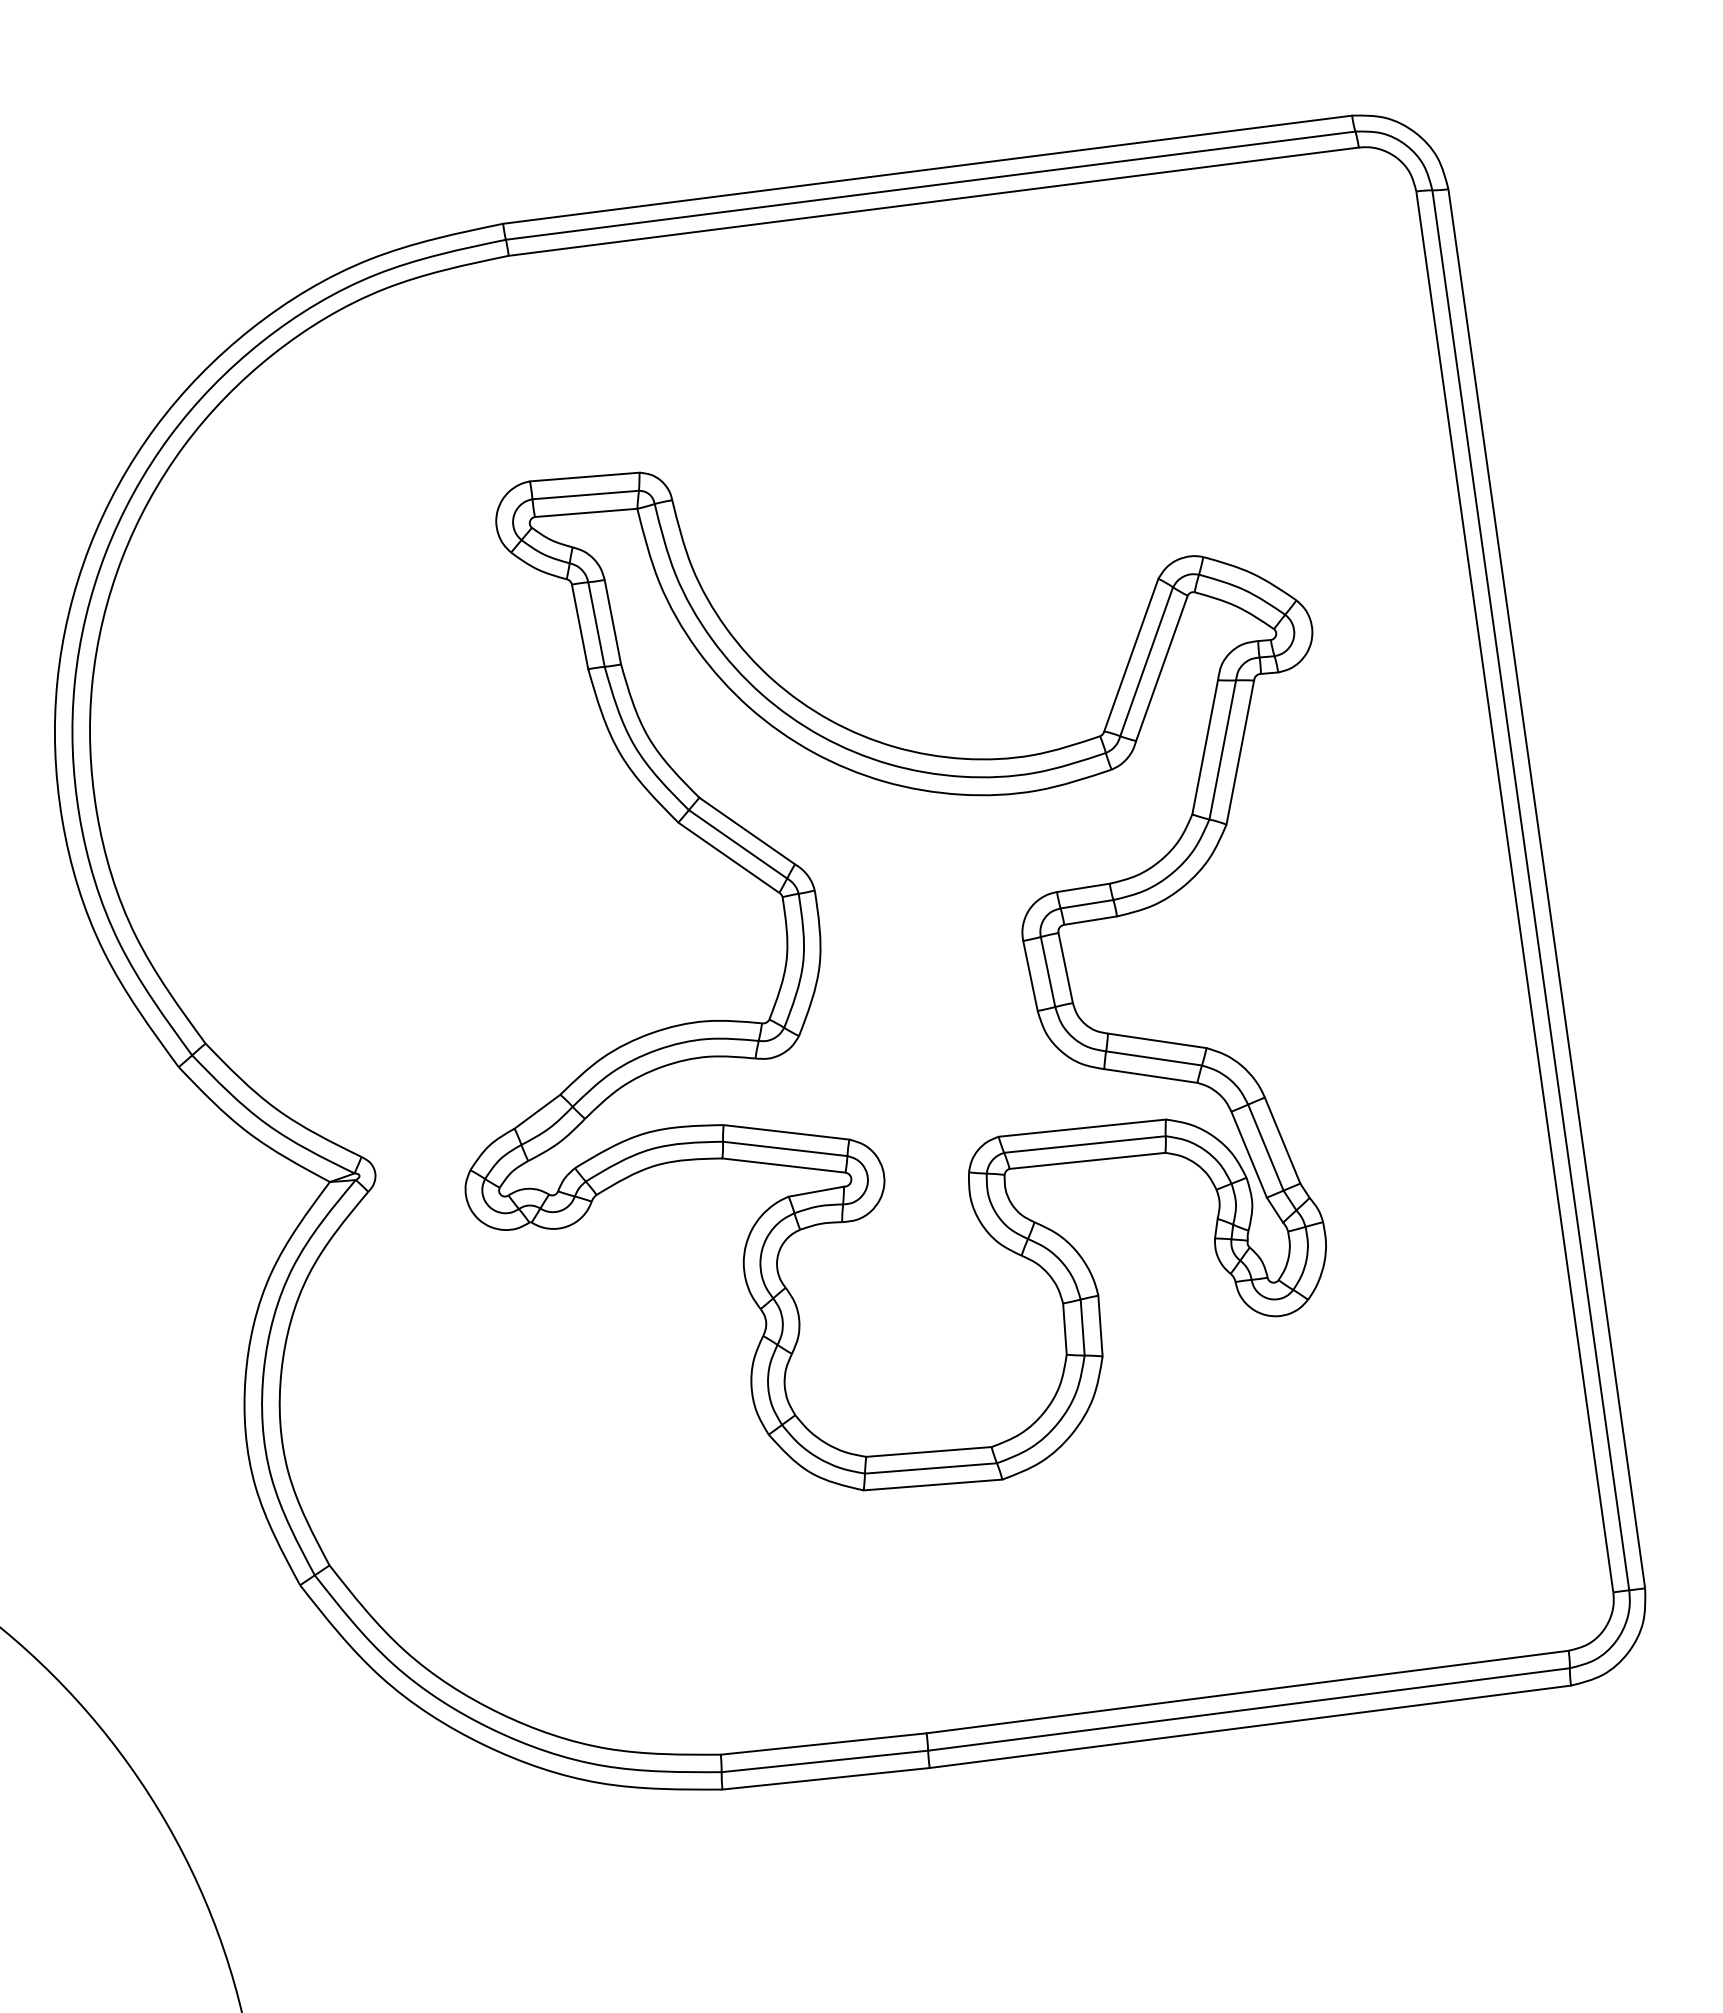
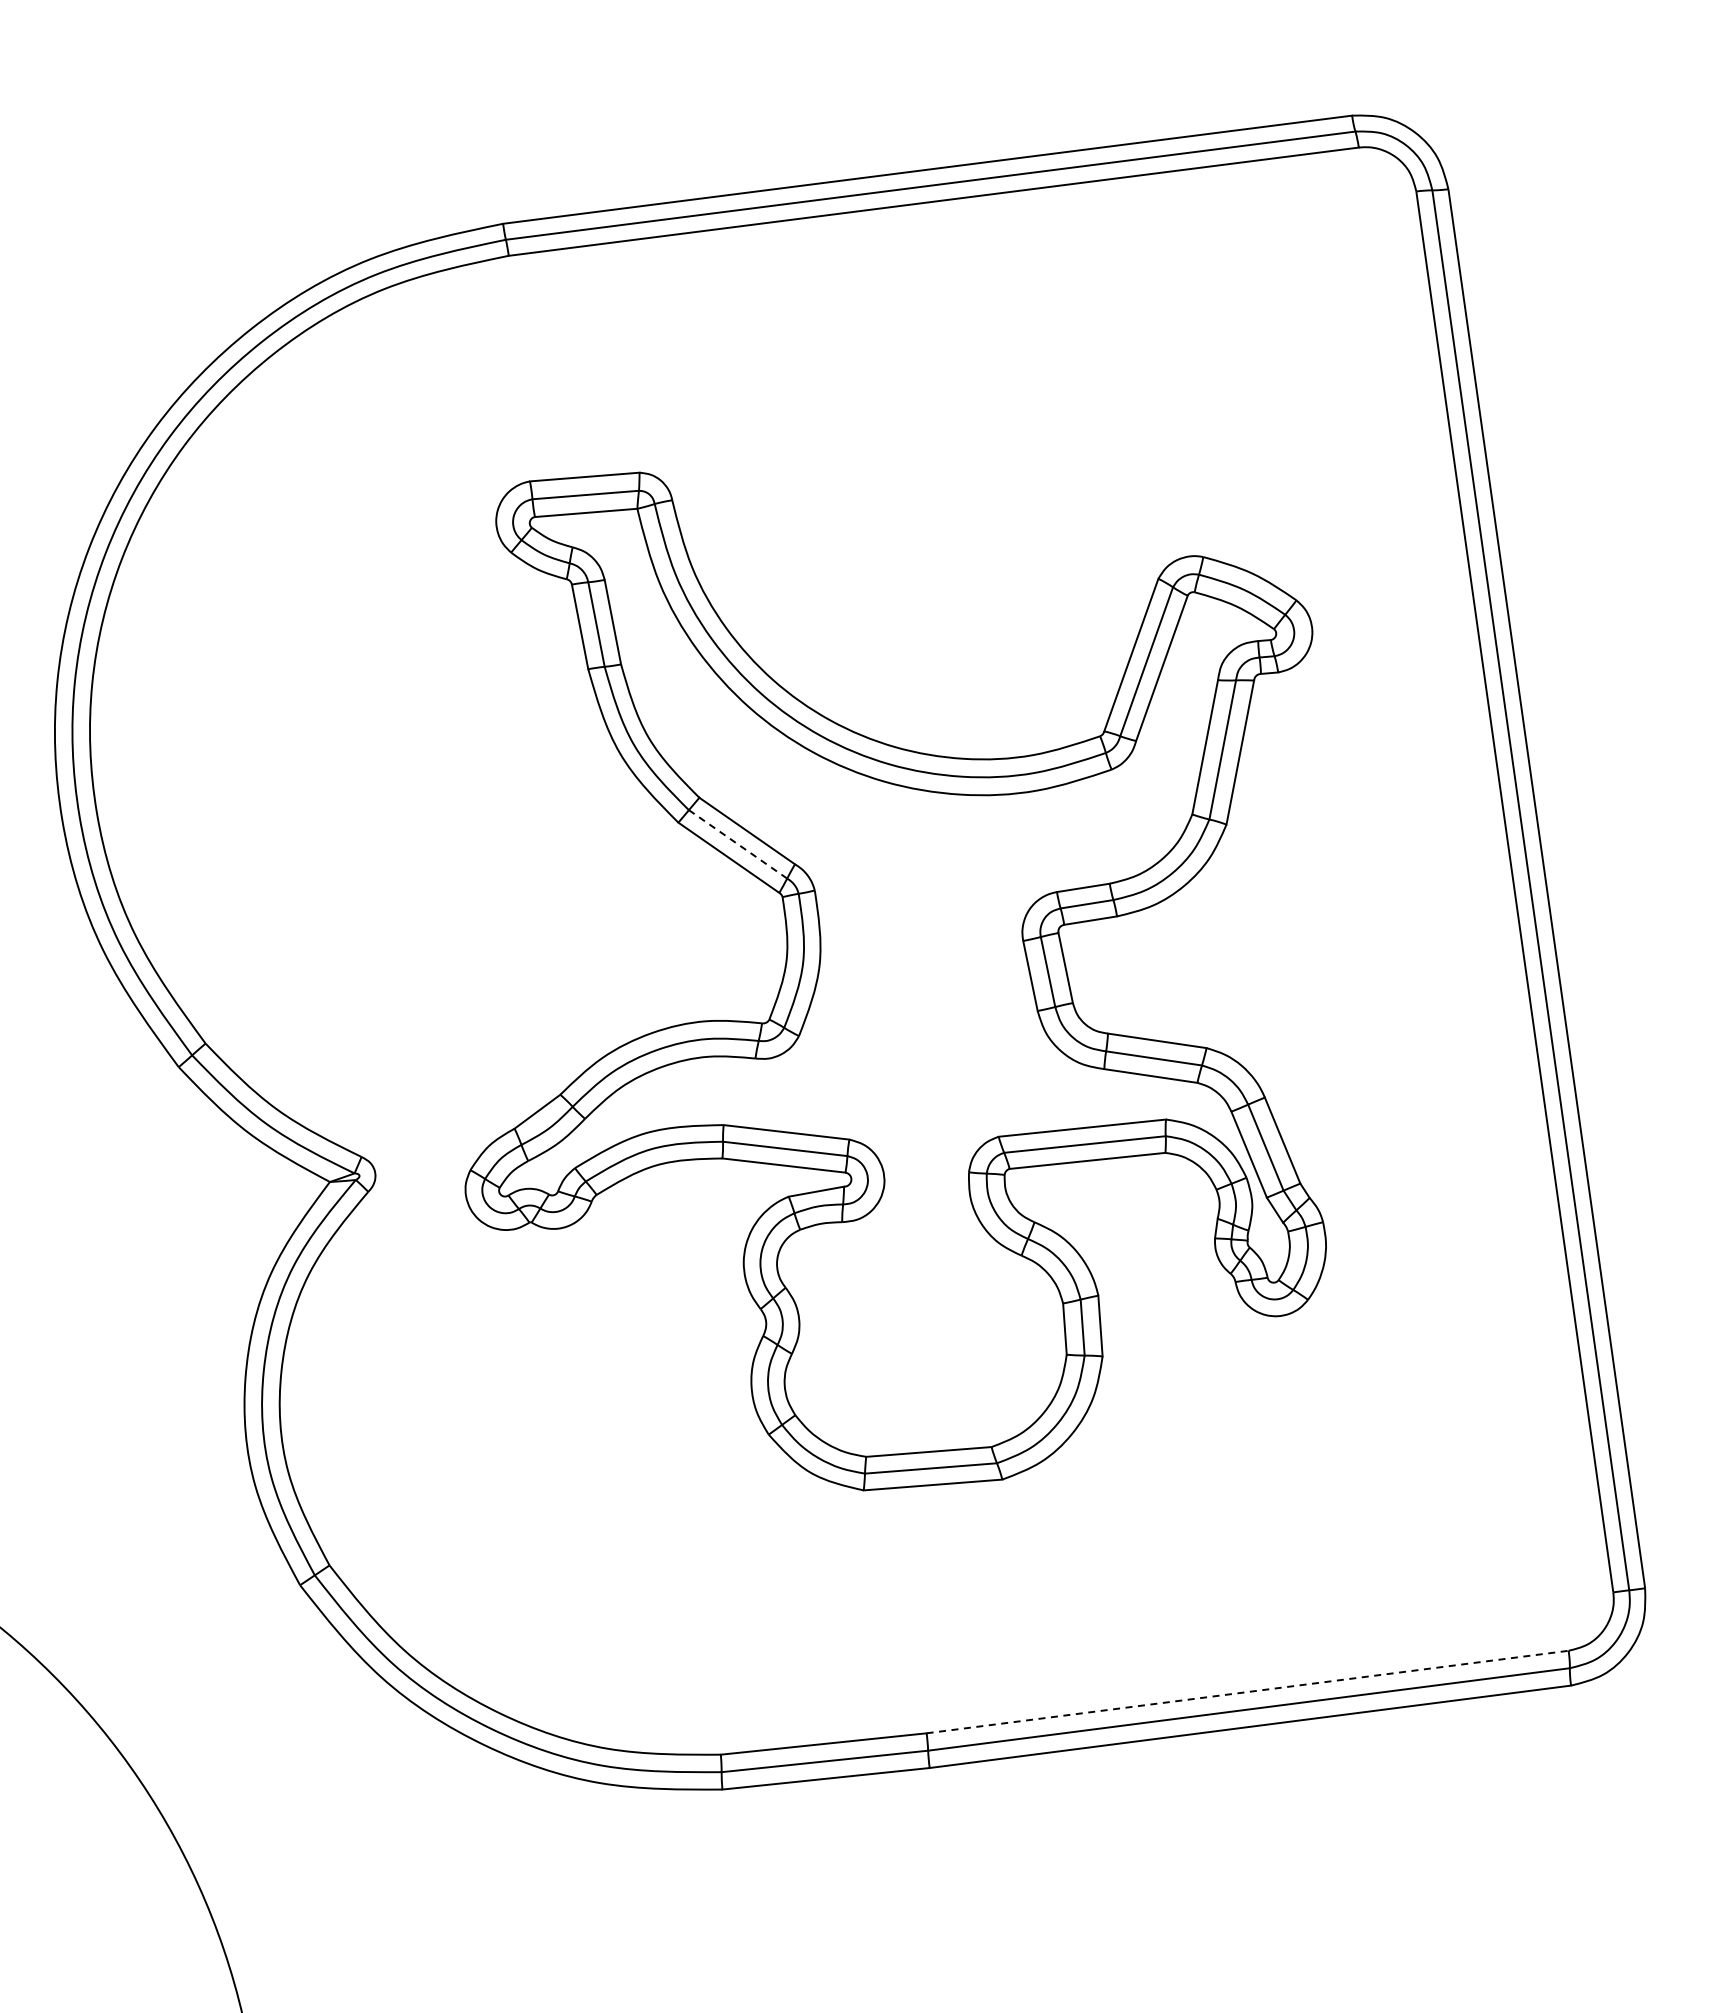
line at (738, 844): solid -> dashed
line at (1247, 1692): solid -> dashed
